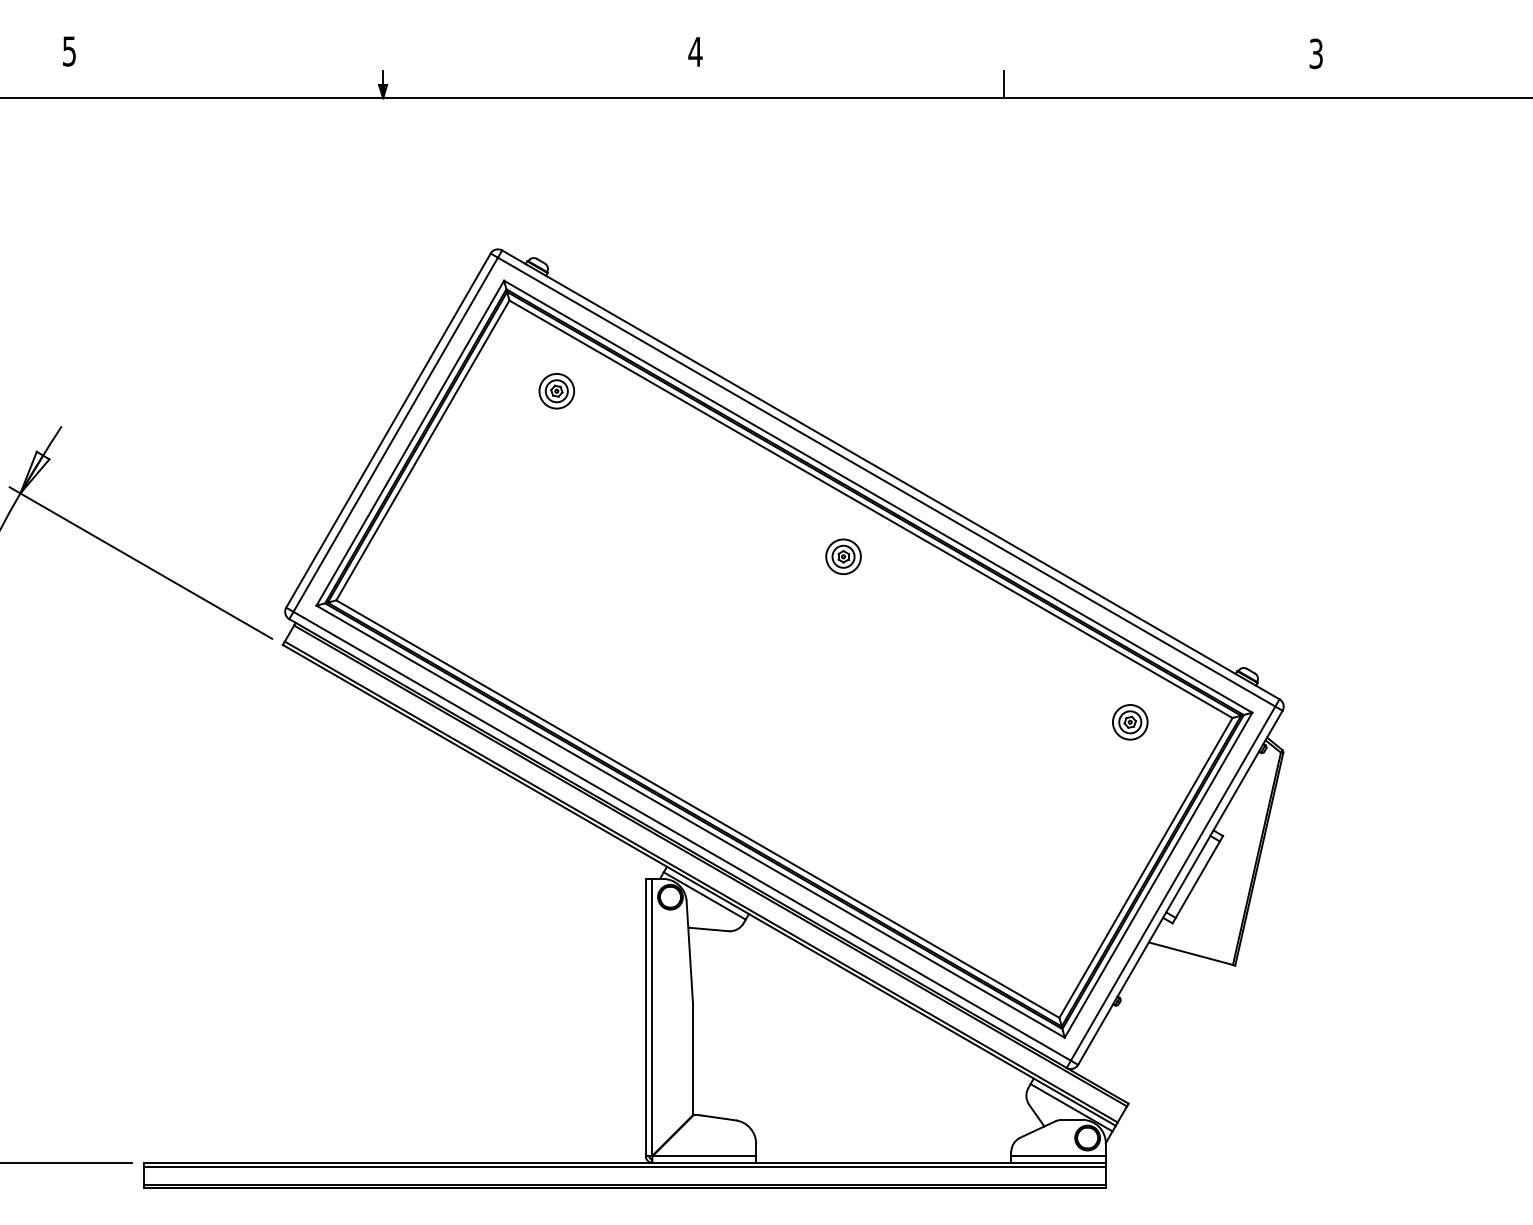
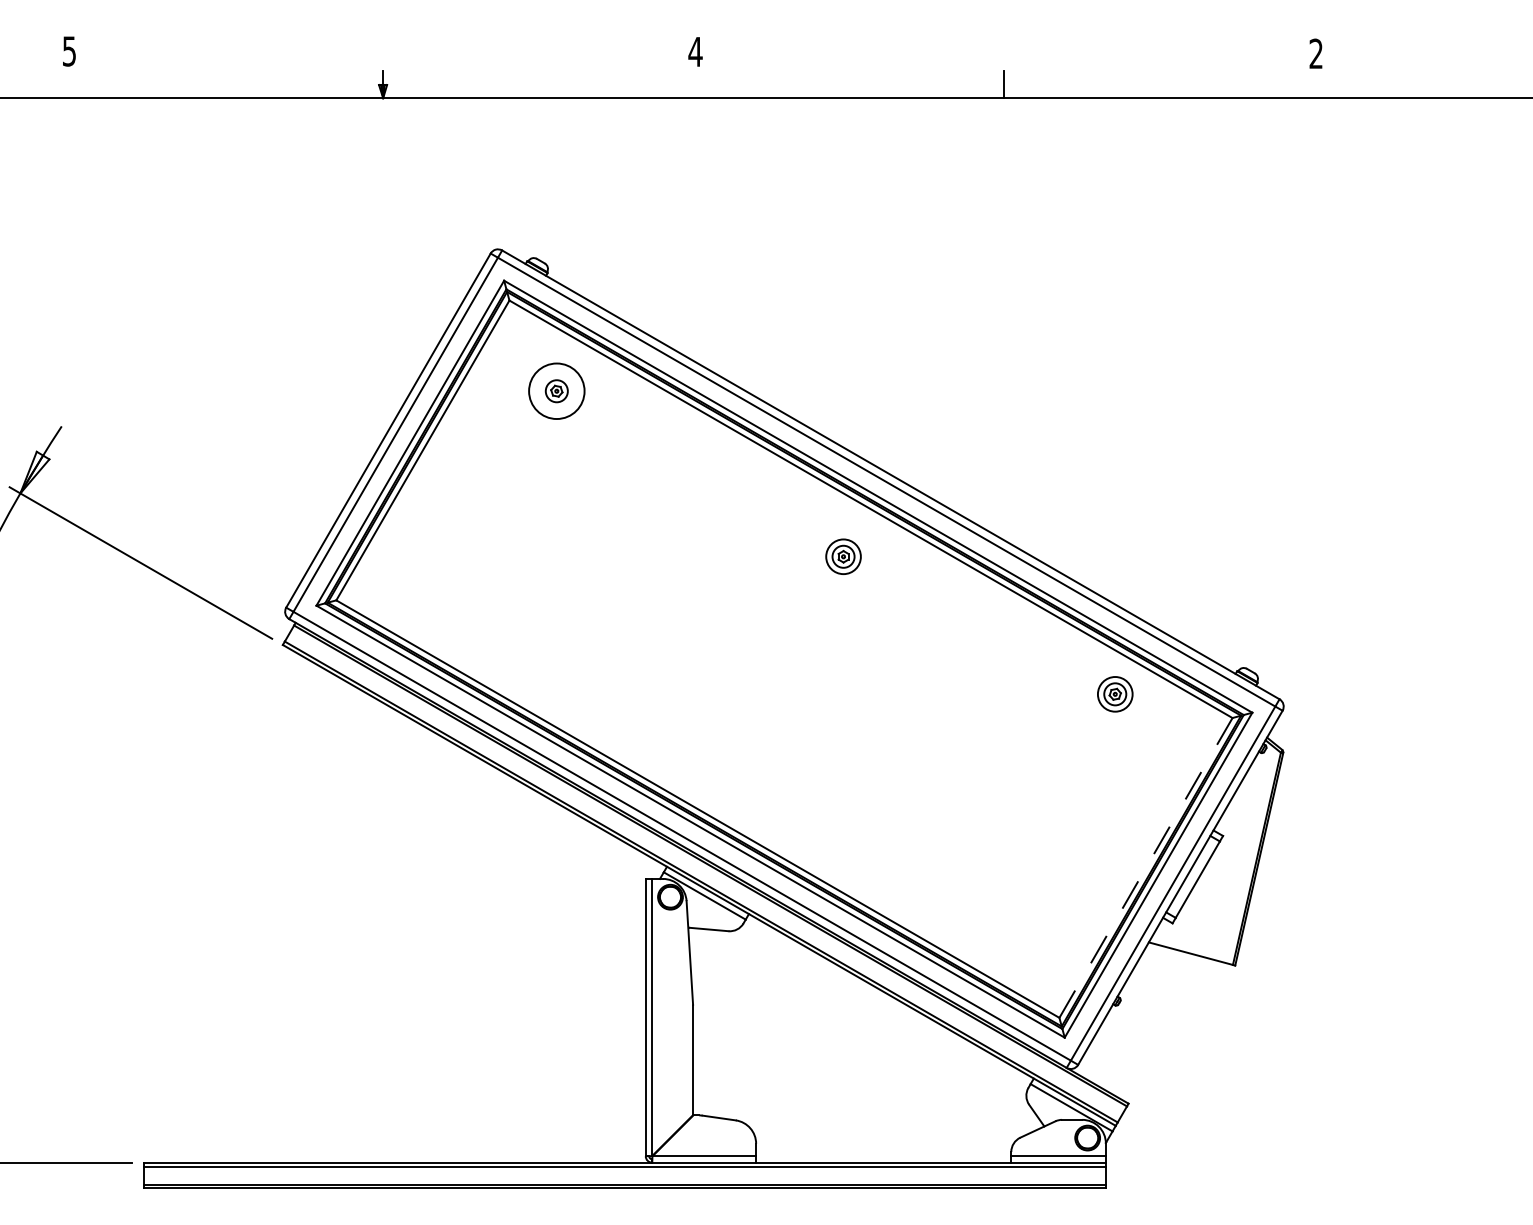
text at (1315, 53): 3 -> 2
circle at (556, 390) diameter: 35 px -> 55 px
part at (1130, 722) position: (1130, 722) -> (1115, 694)
line at (1146, 867): solid -> dashed
